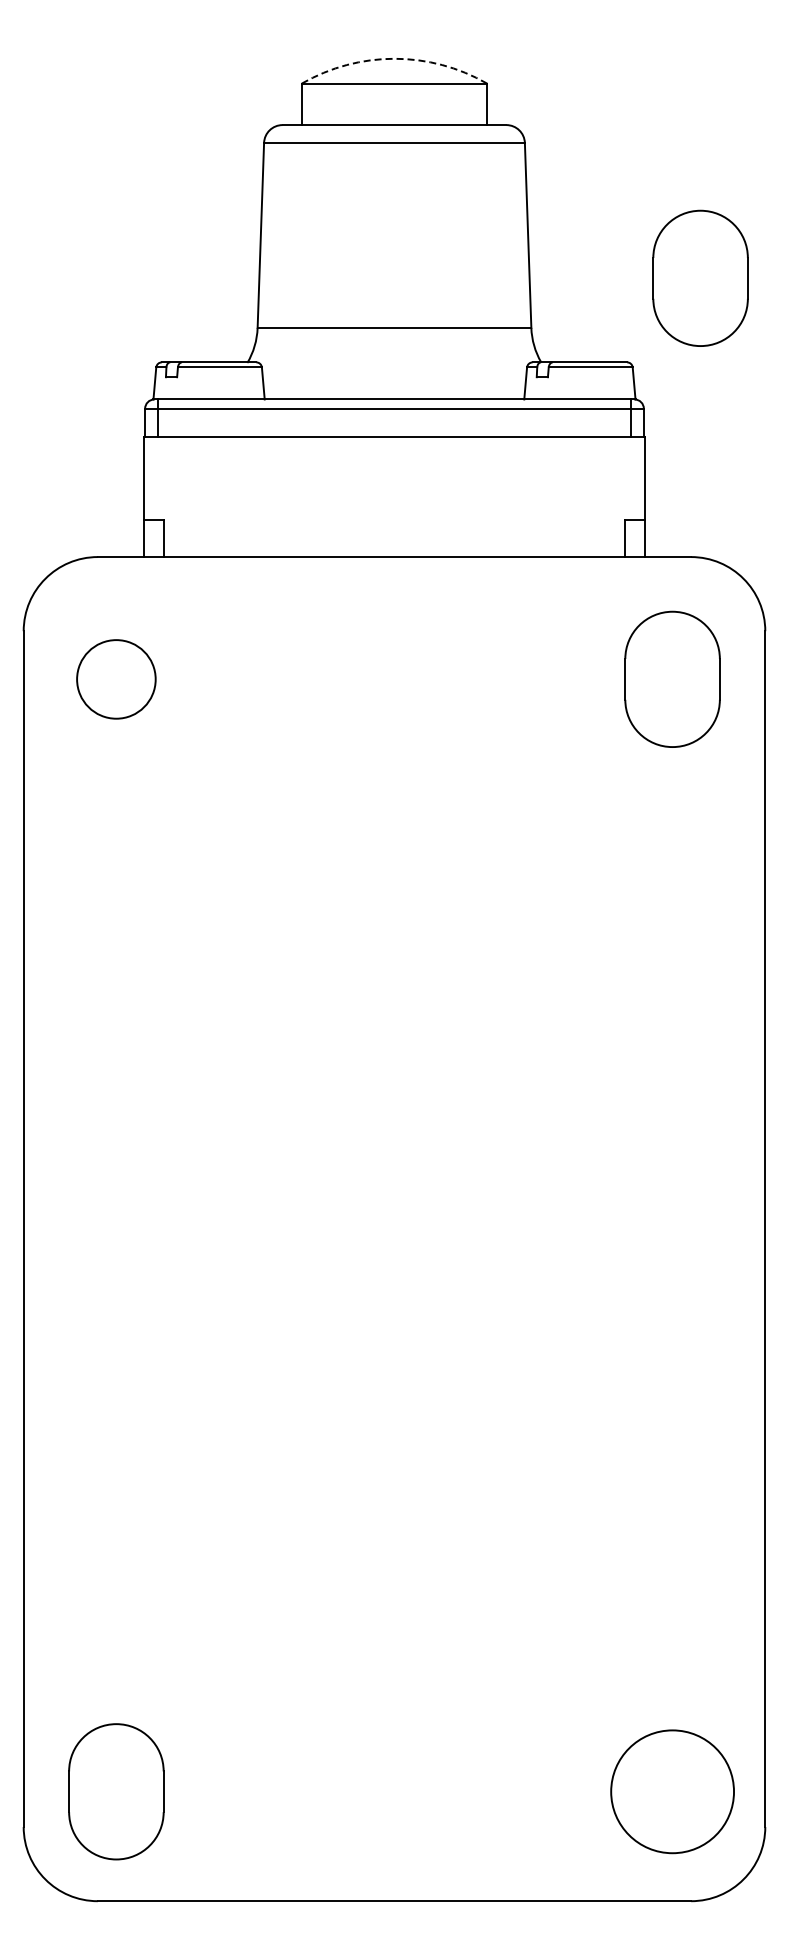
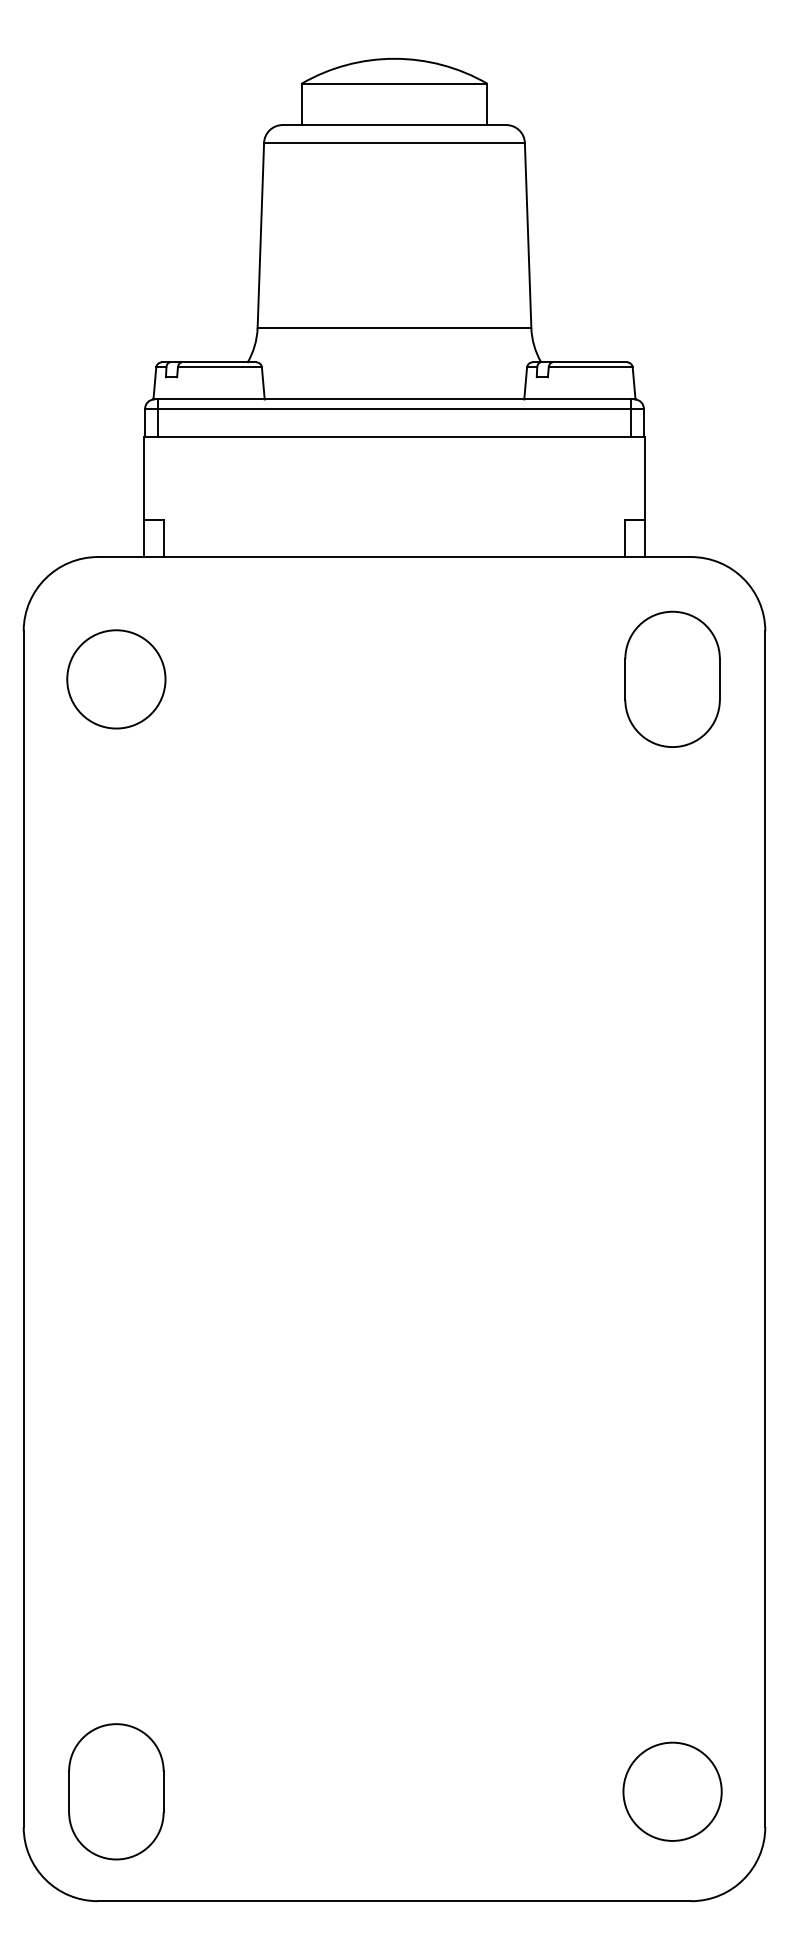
arc at (394, 58): dashed -> solid
part at (700, 277): present -> none
circle at (116, 679) diameter: 79 px -> 98 px
circle at (672, 1791) diameter: 123 px -> 98 px
